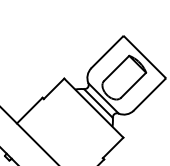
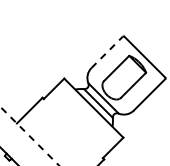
line at (107, 52): solid -> dashed
line at (29, 135): solid -> dashed
